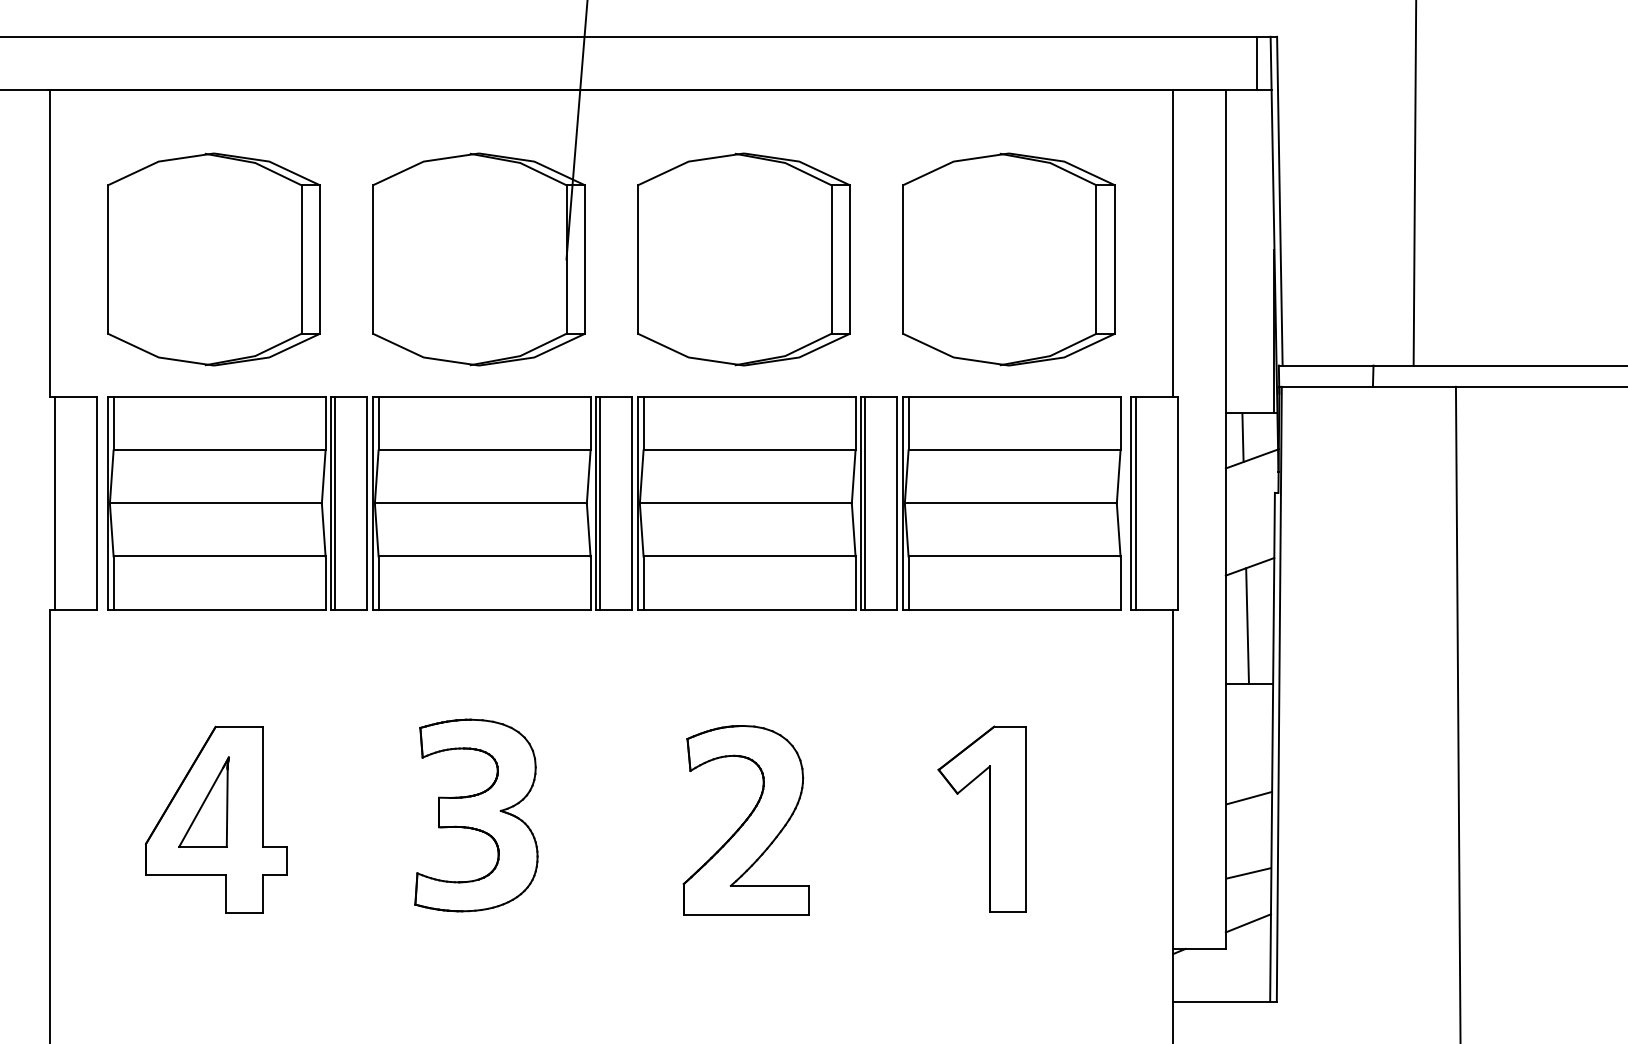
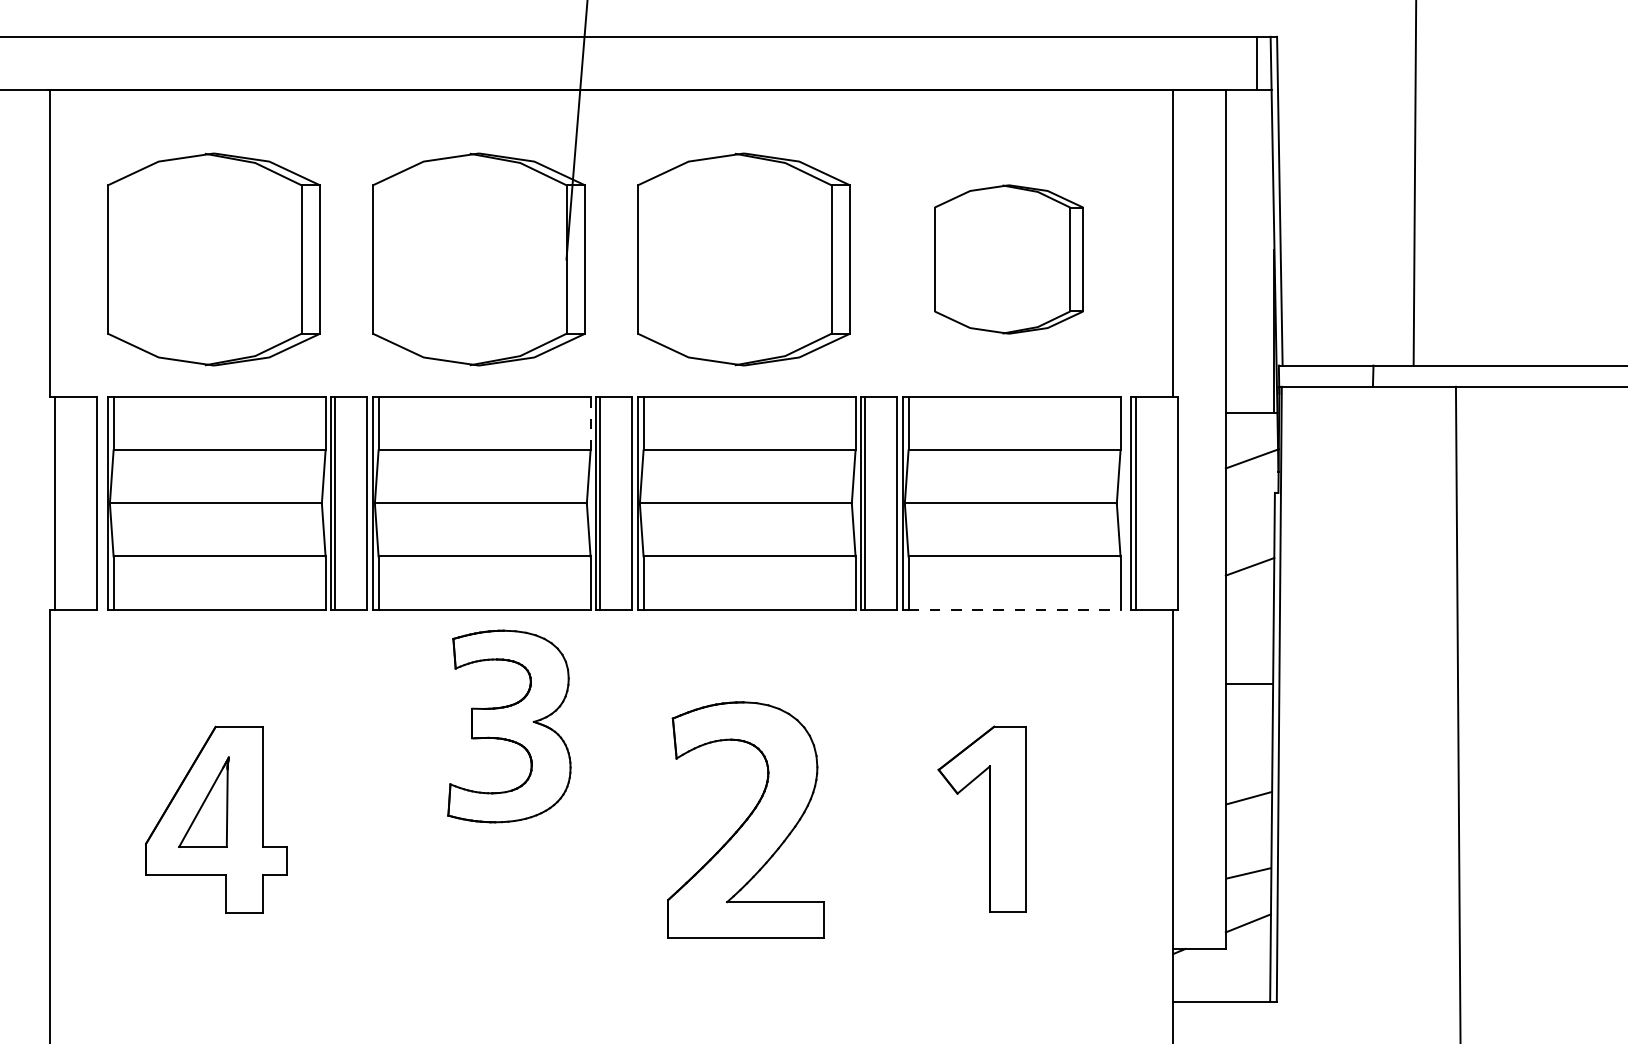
part at (1008, 259) size: 214x215 px -> 150x151 px
line at (590, 423): solid -> dashed
line at (1242, 437): present -> none
line at (1014, 609): solid -> dashed
line at (1247, 625): present -> none
part at (476, 815) position: (476, 815) -> (509, 726)
part at (745, 820) size: 128x191 px -> 158x238 px
